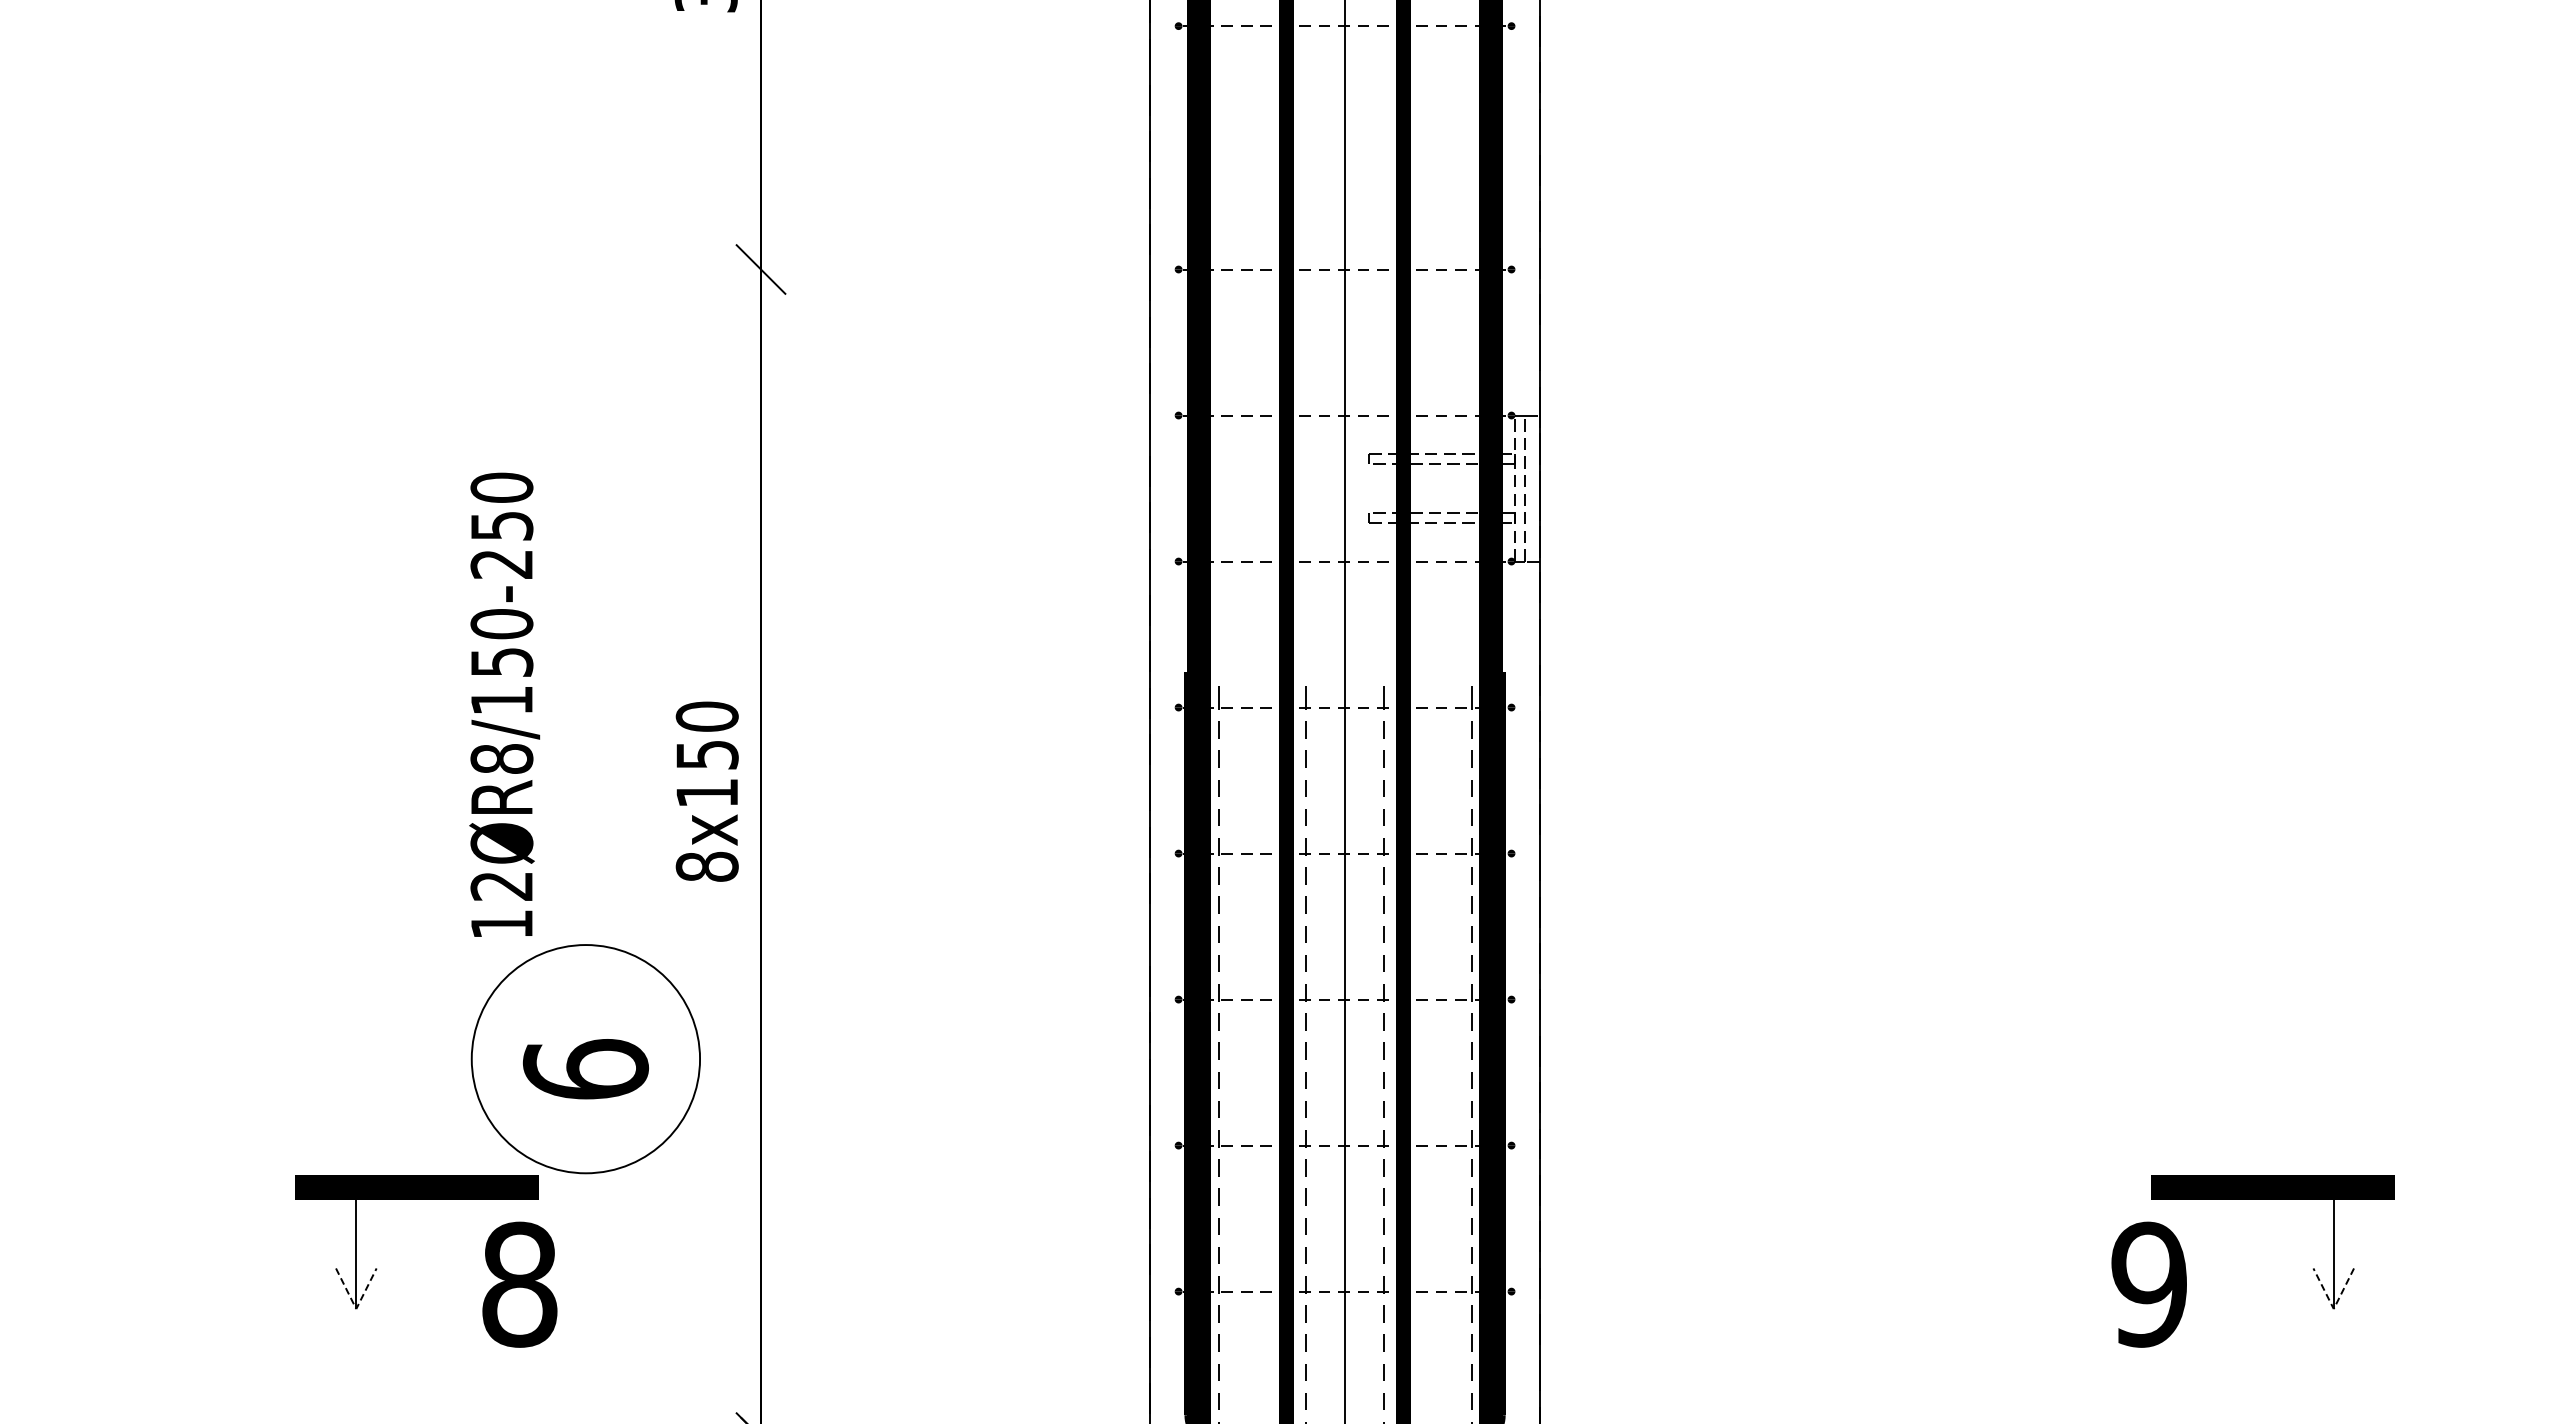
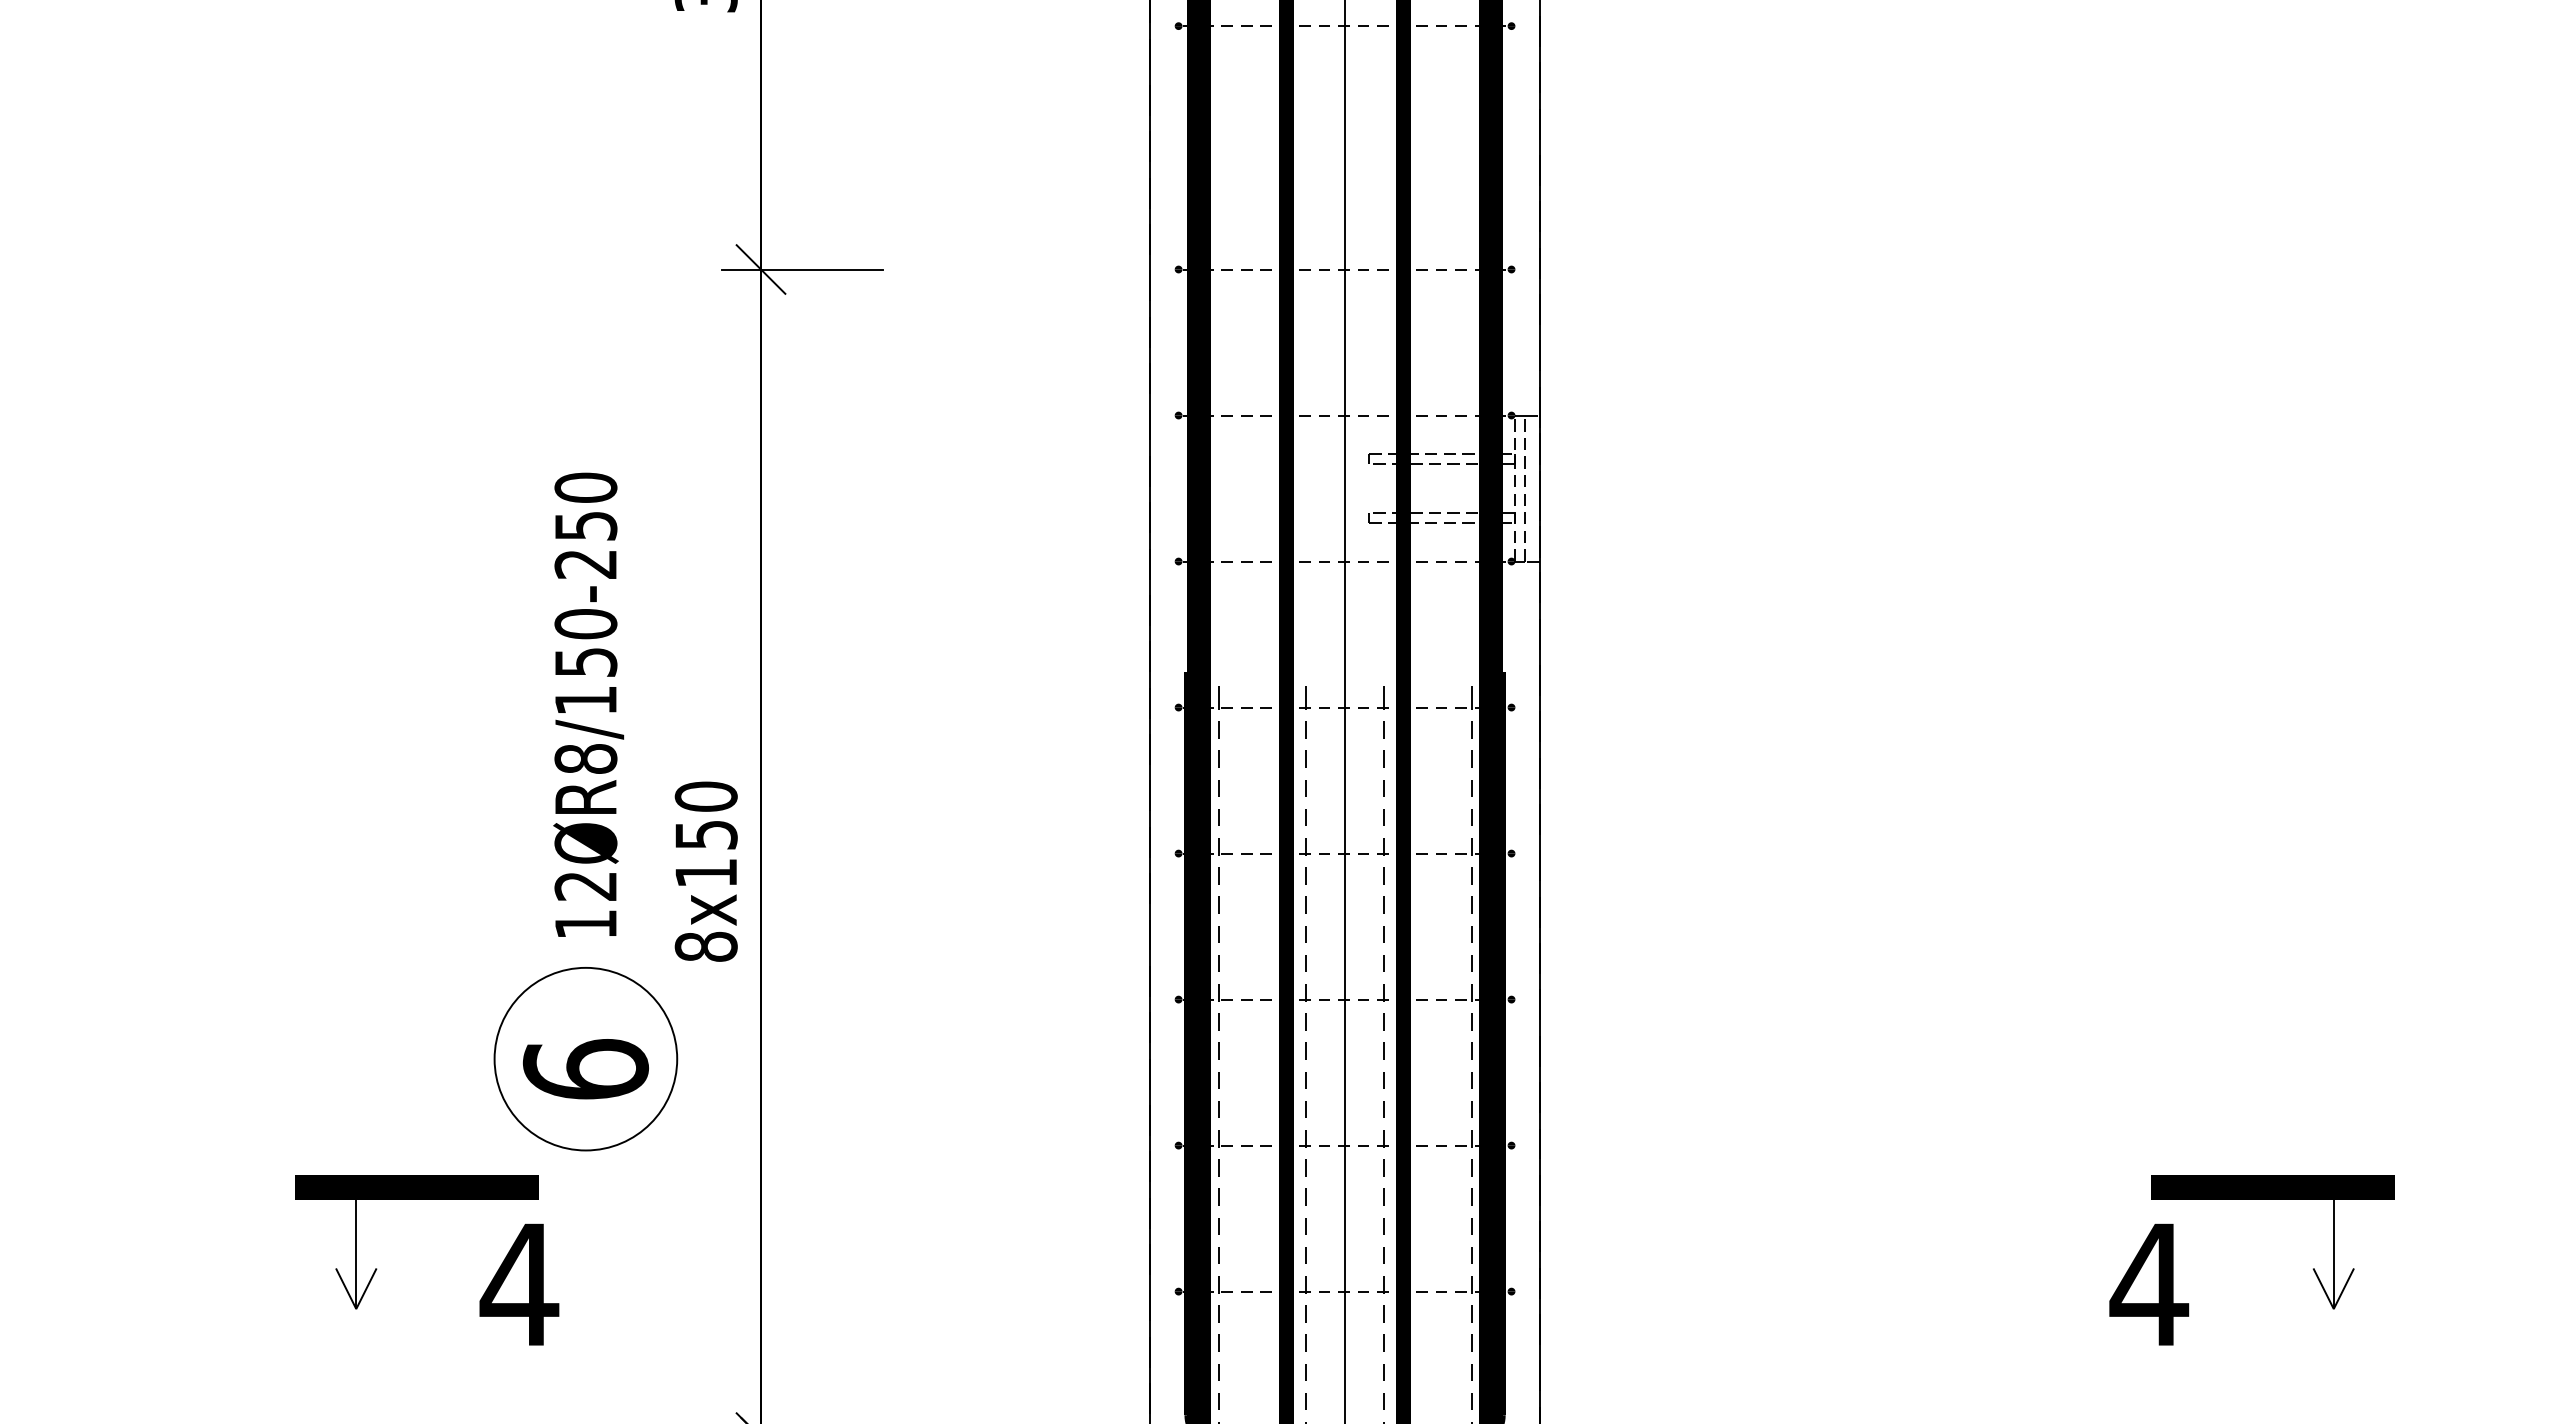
line at (802, 269): none -> present
text at (504, 704) position: (504, 704) -> (588, 704)
text at (706, 791) position: (706, 791) -> (705, 871)
circle at (585, 1059) diameter: 228 px -> 183 px
text at (519, 1284): 8 -> 4
text at (2149, 1284): 9 -> 4
line at (356, 1309): dashed -> solid
line at (2333, 1309): dashed -> solid
